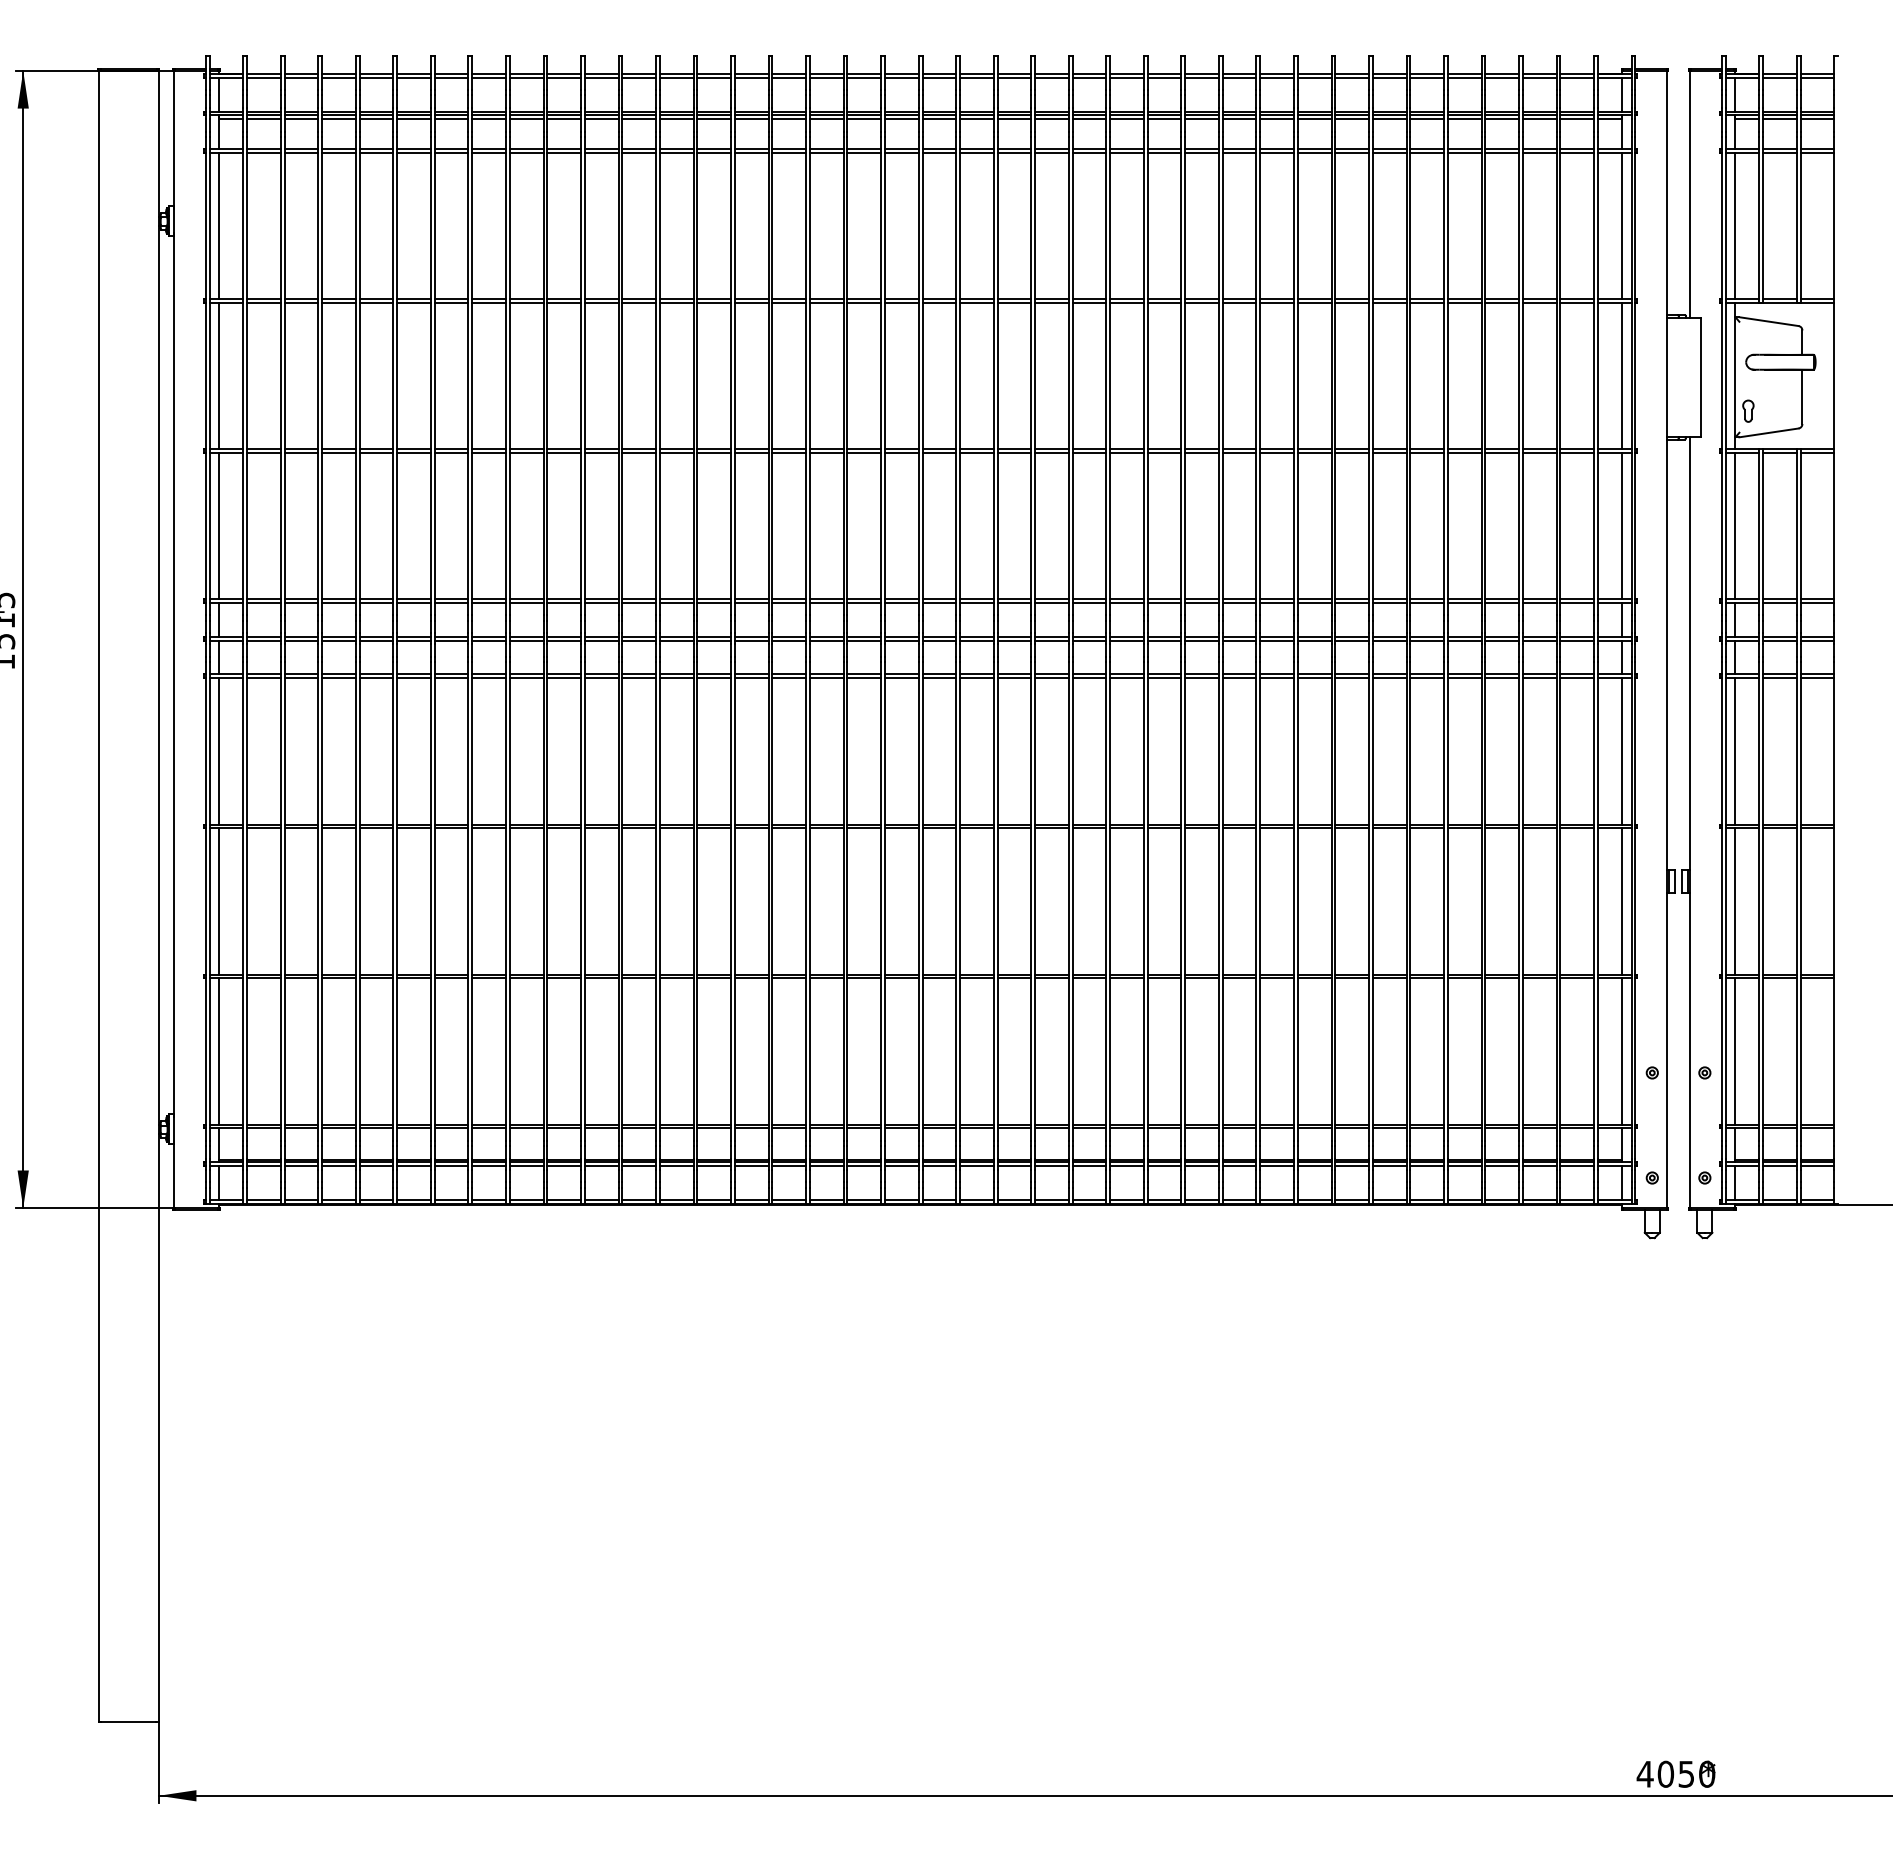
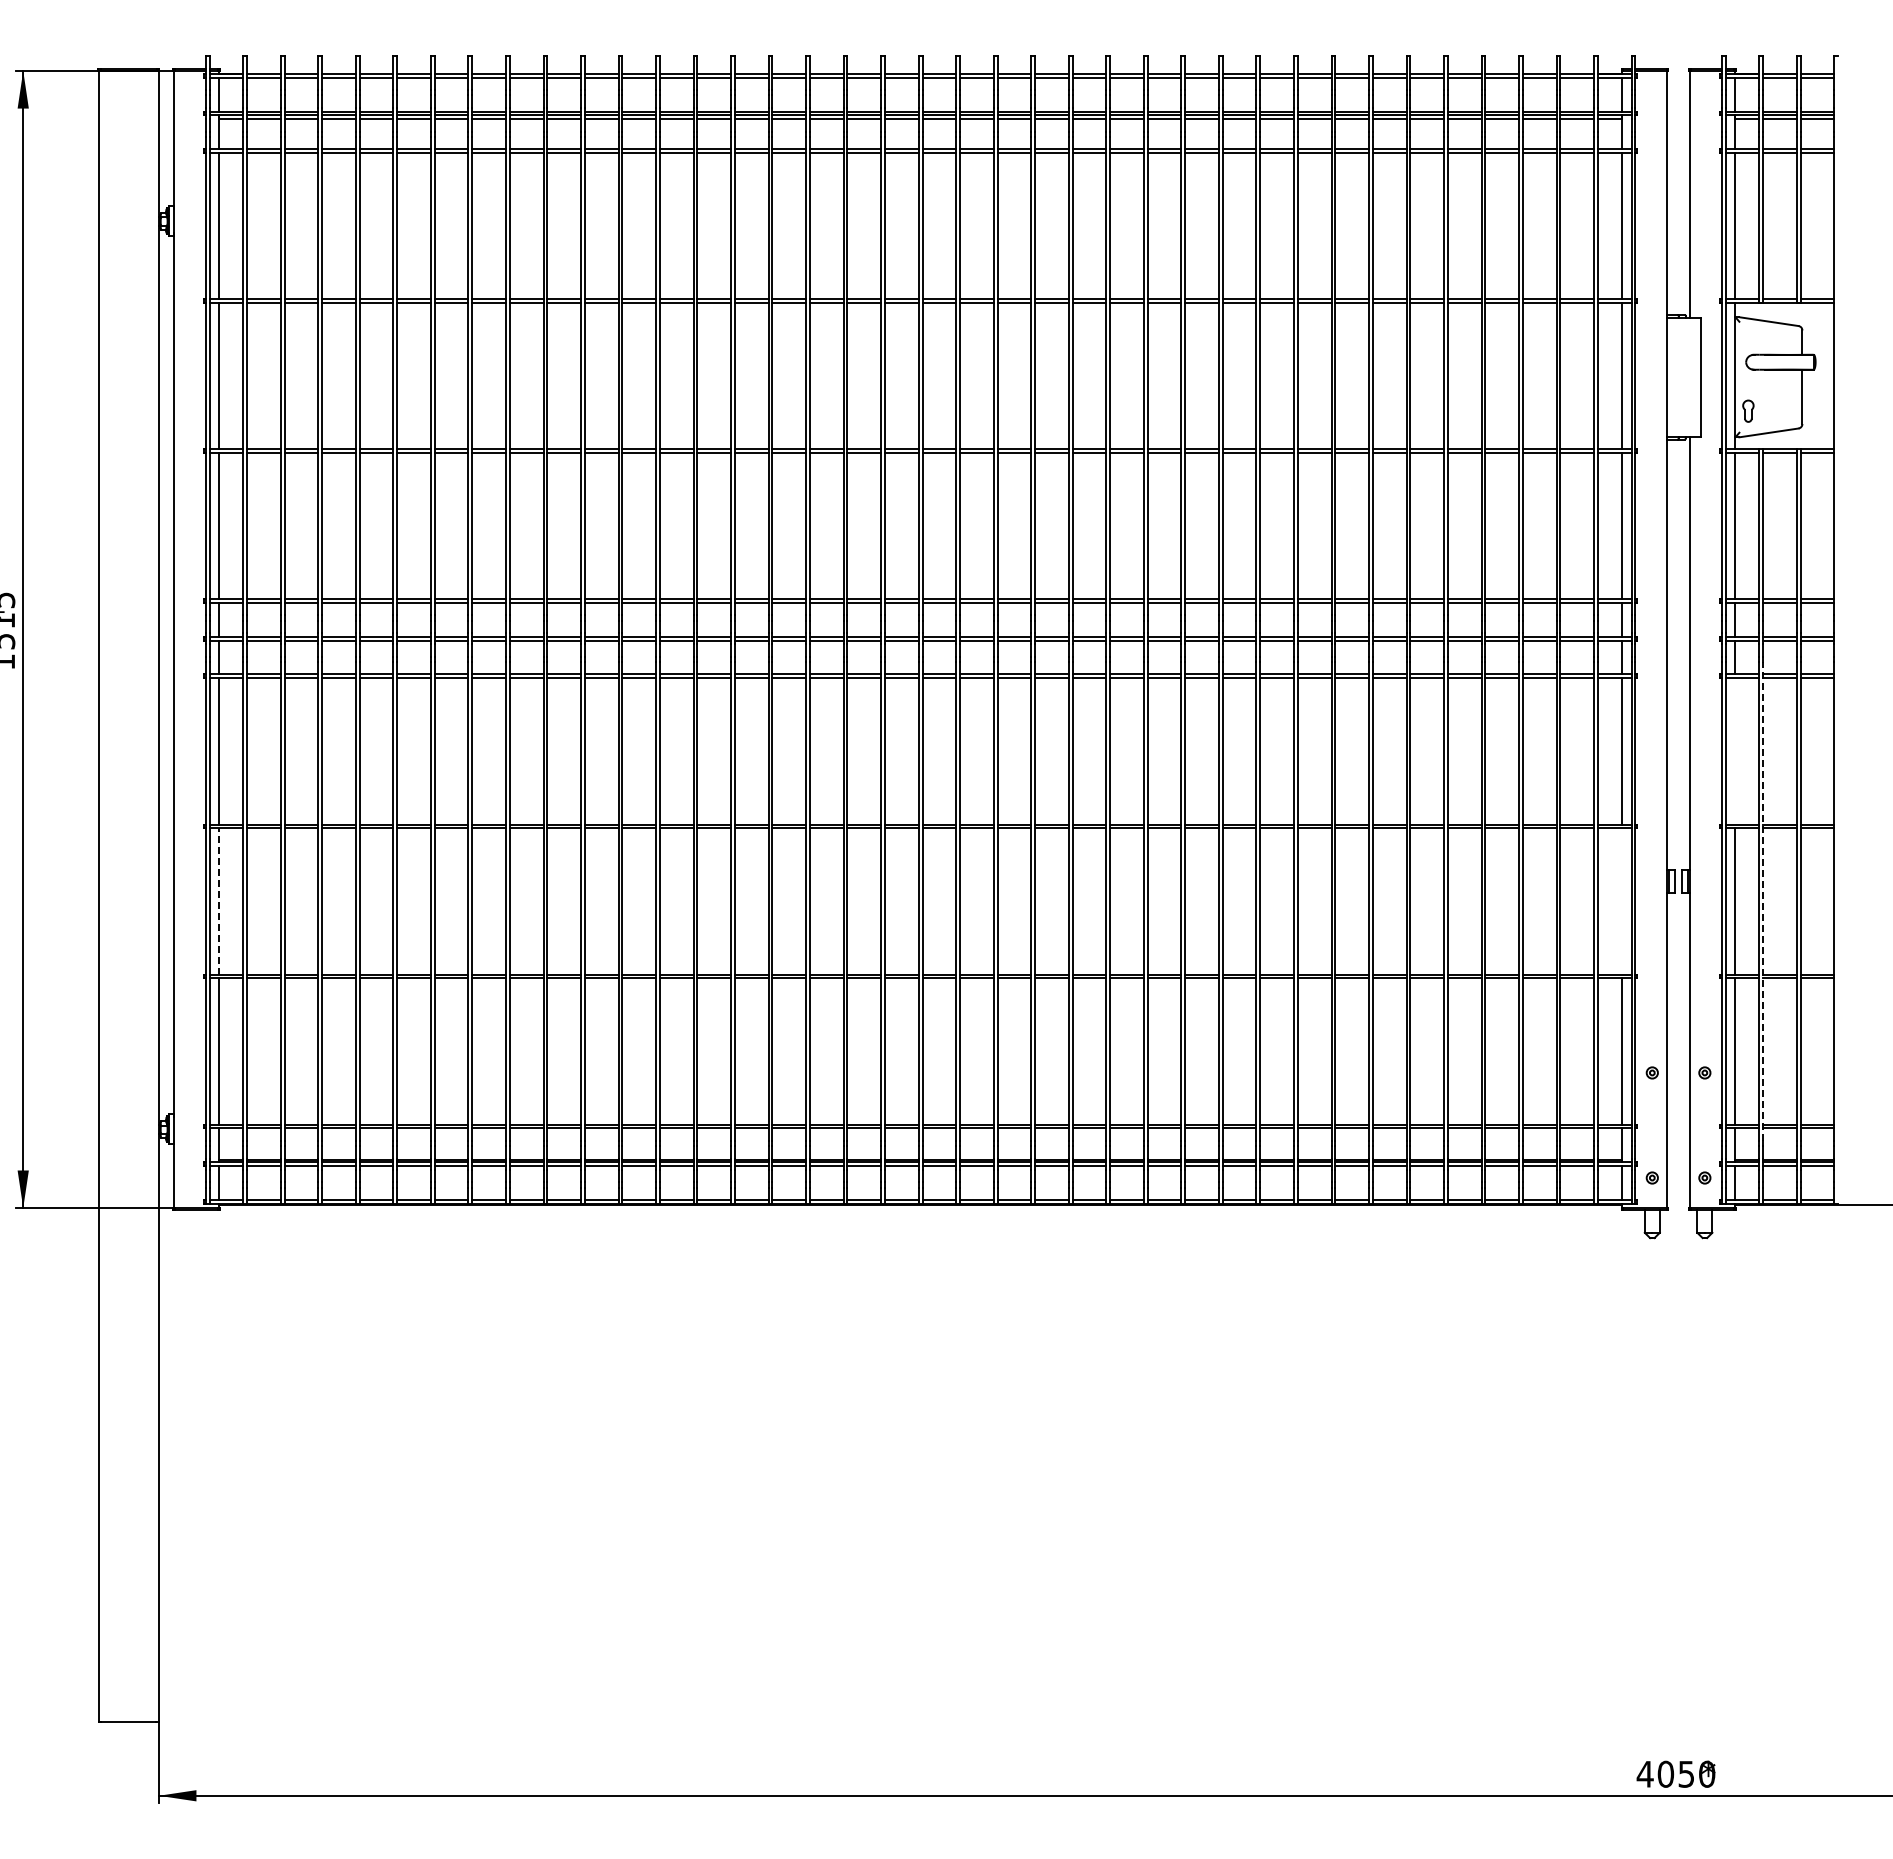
line at (1734, 751): present -> none
line at (218, 900): solid -> dashed
line at (1763, 900): solid -> dashed
line at (1622, 901): present -> none
